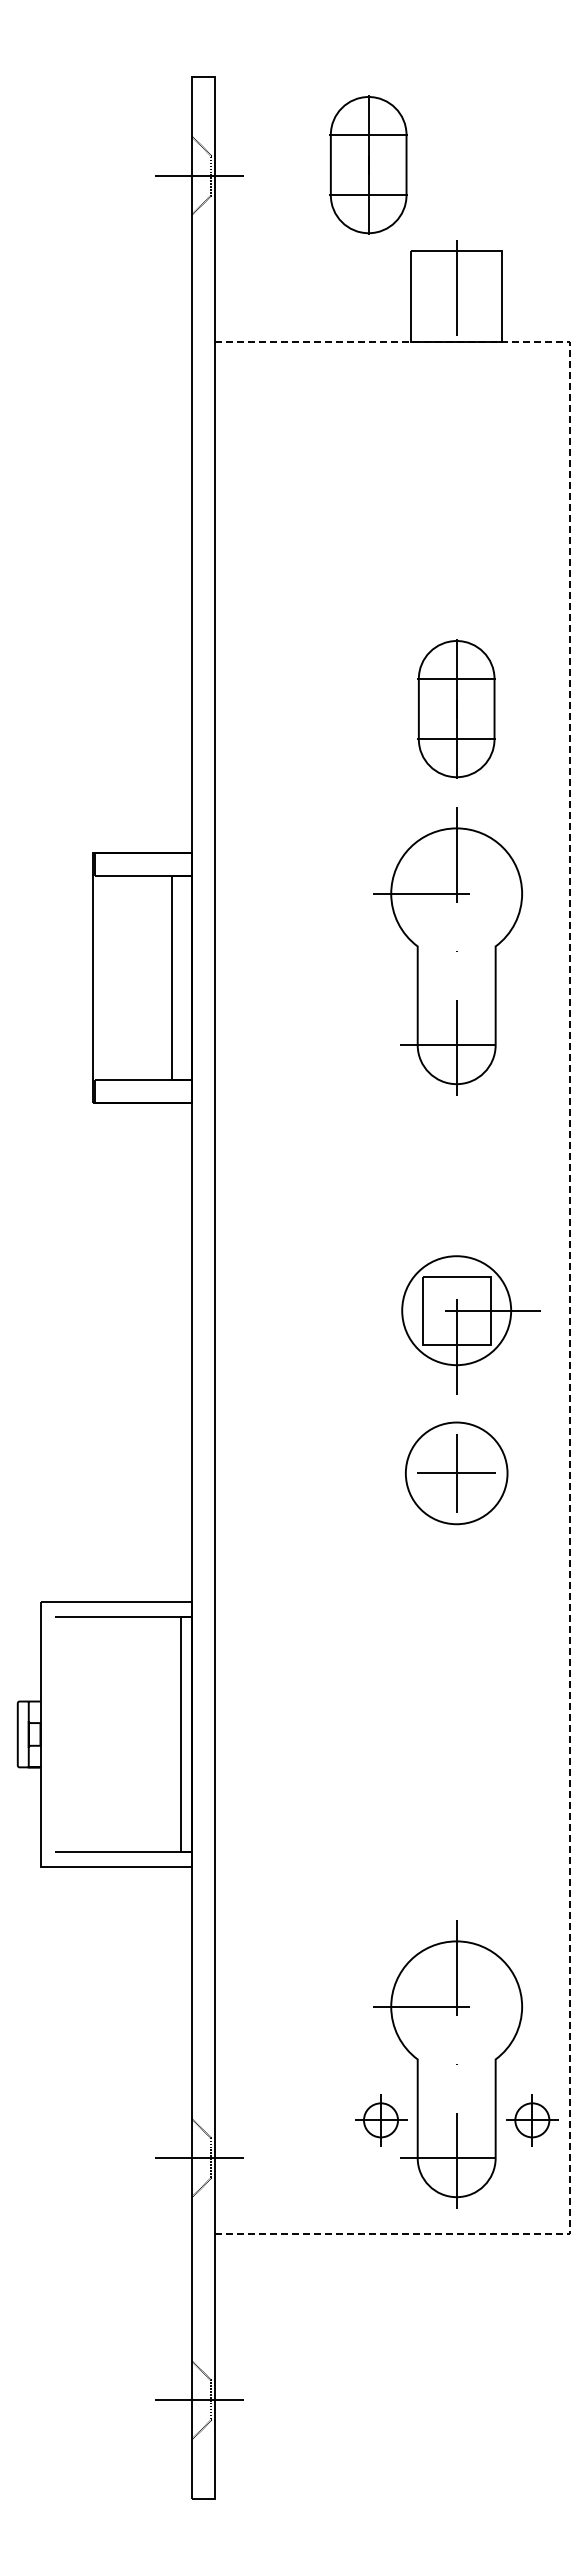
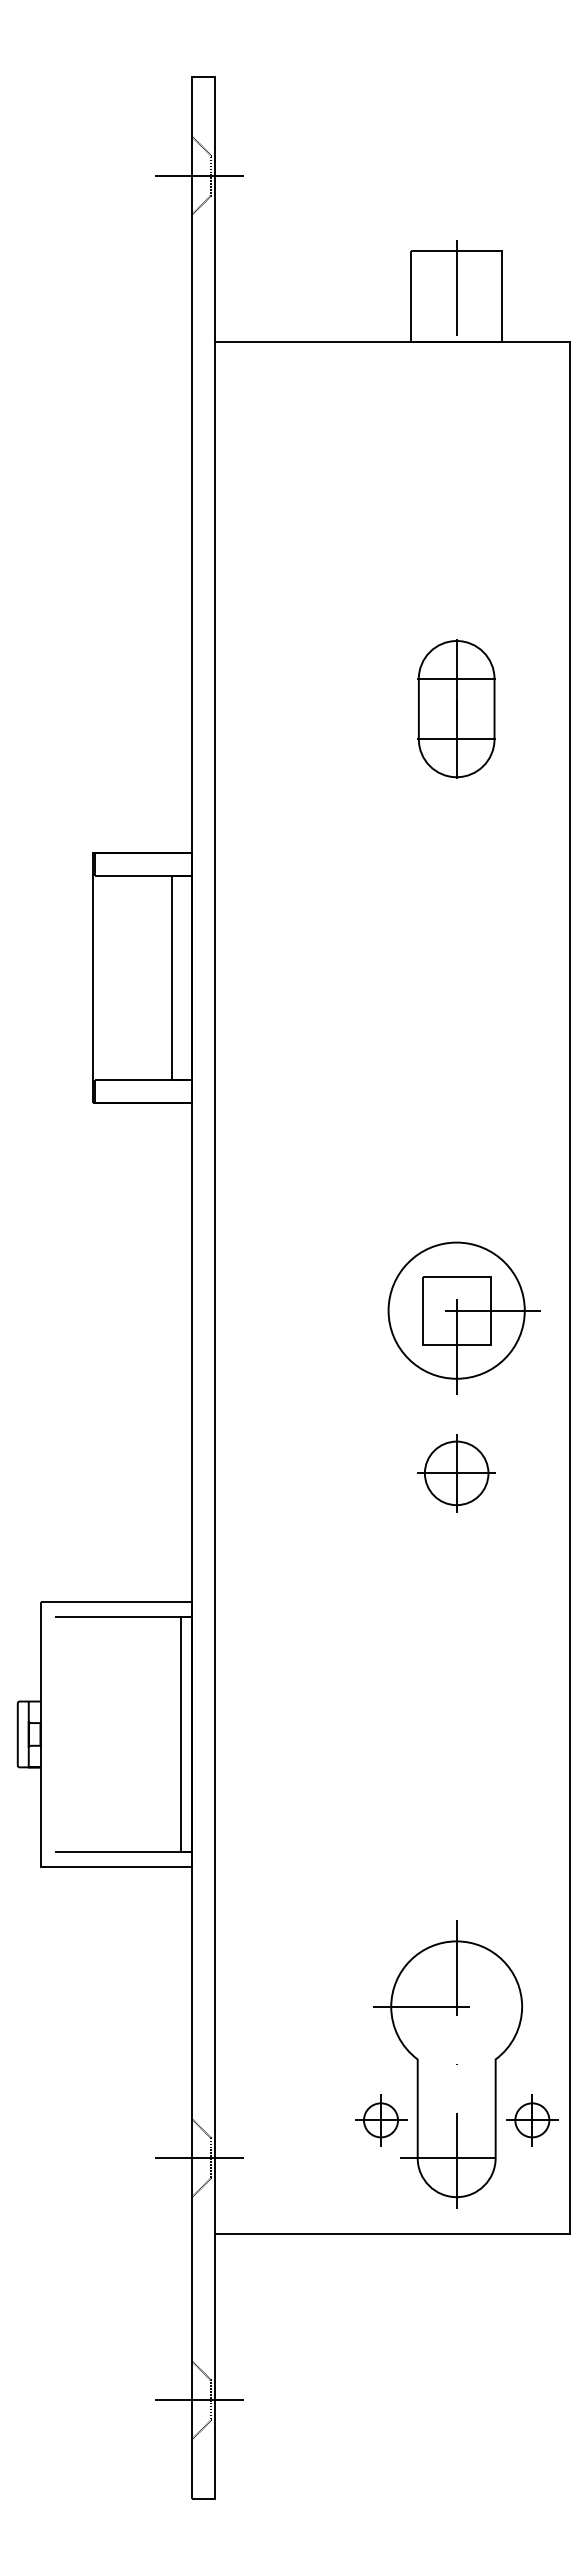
part at (368, 164): present -> none
part at (447, 951): present -> none
line at (570, 1287): dashed -> solid
circle at (456, 1310) diameter: 109 px -> 136 px
circle at (456, 1473) diameter: 102 px -> 64 px
